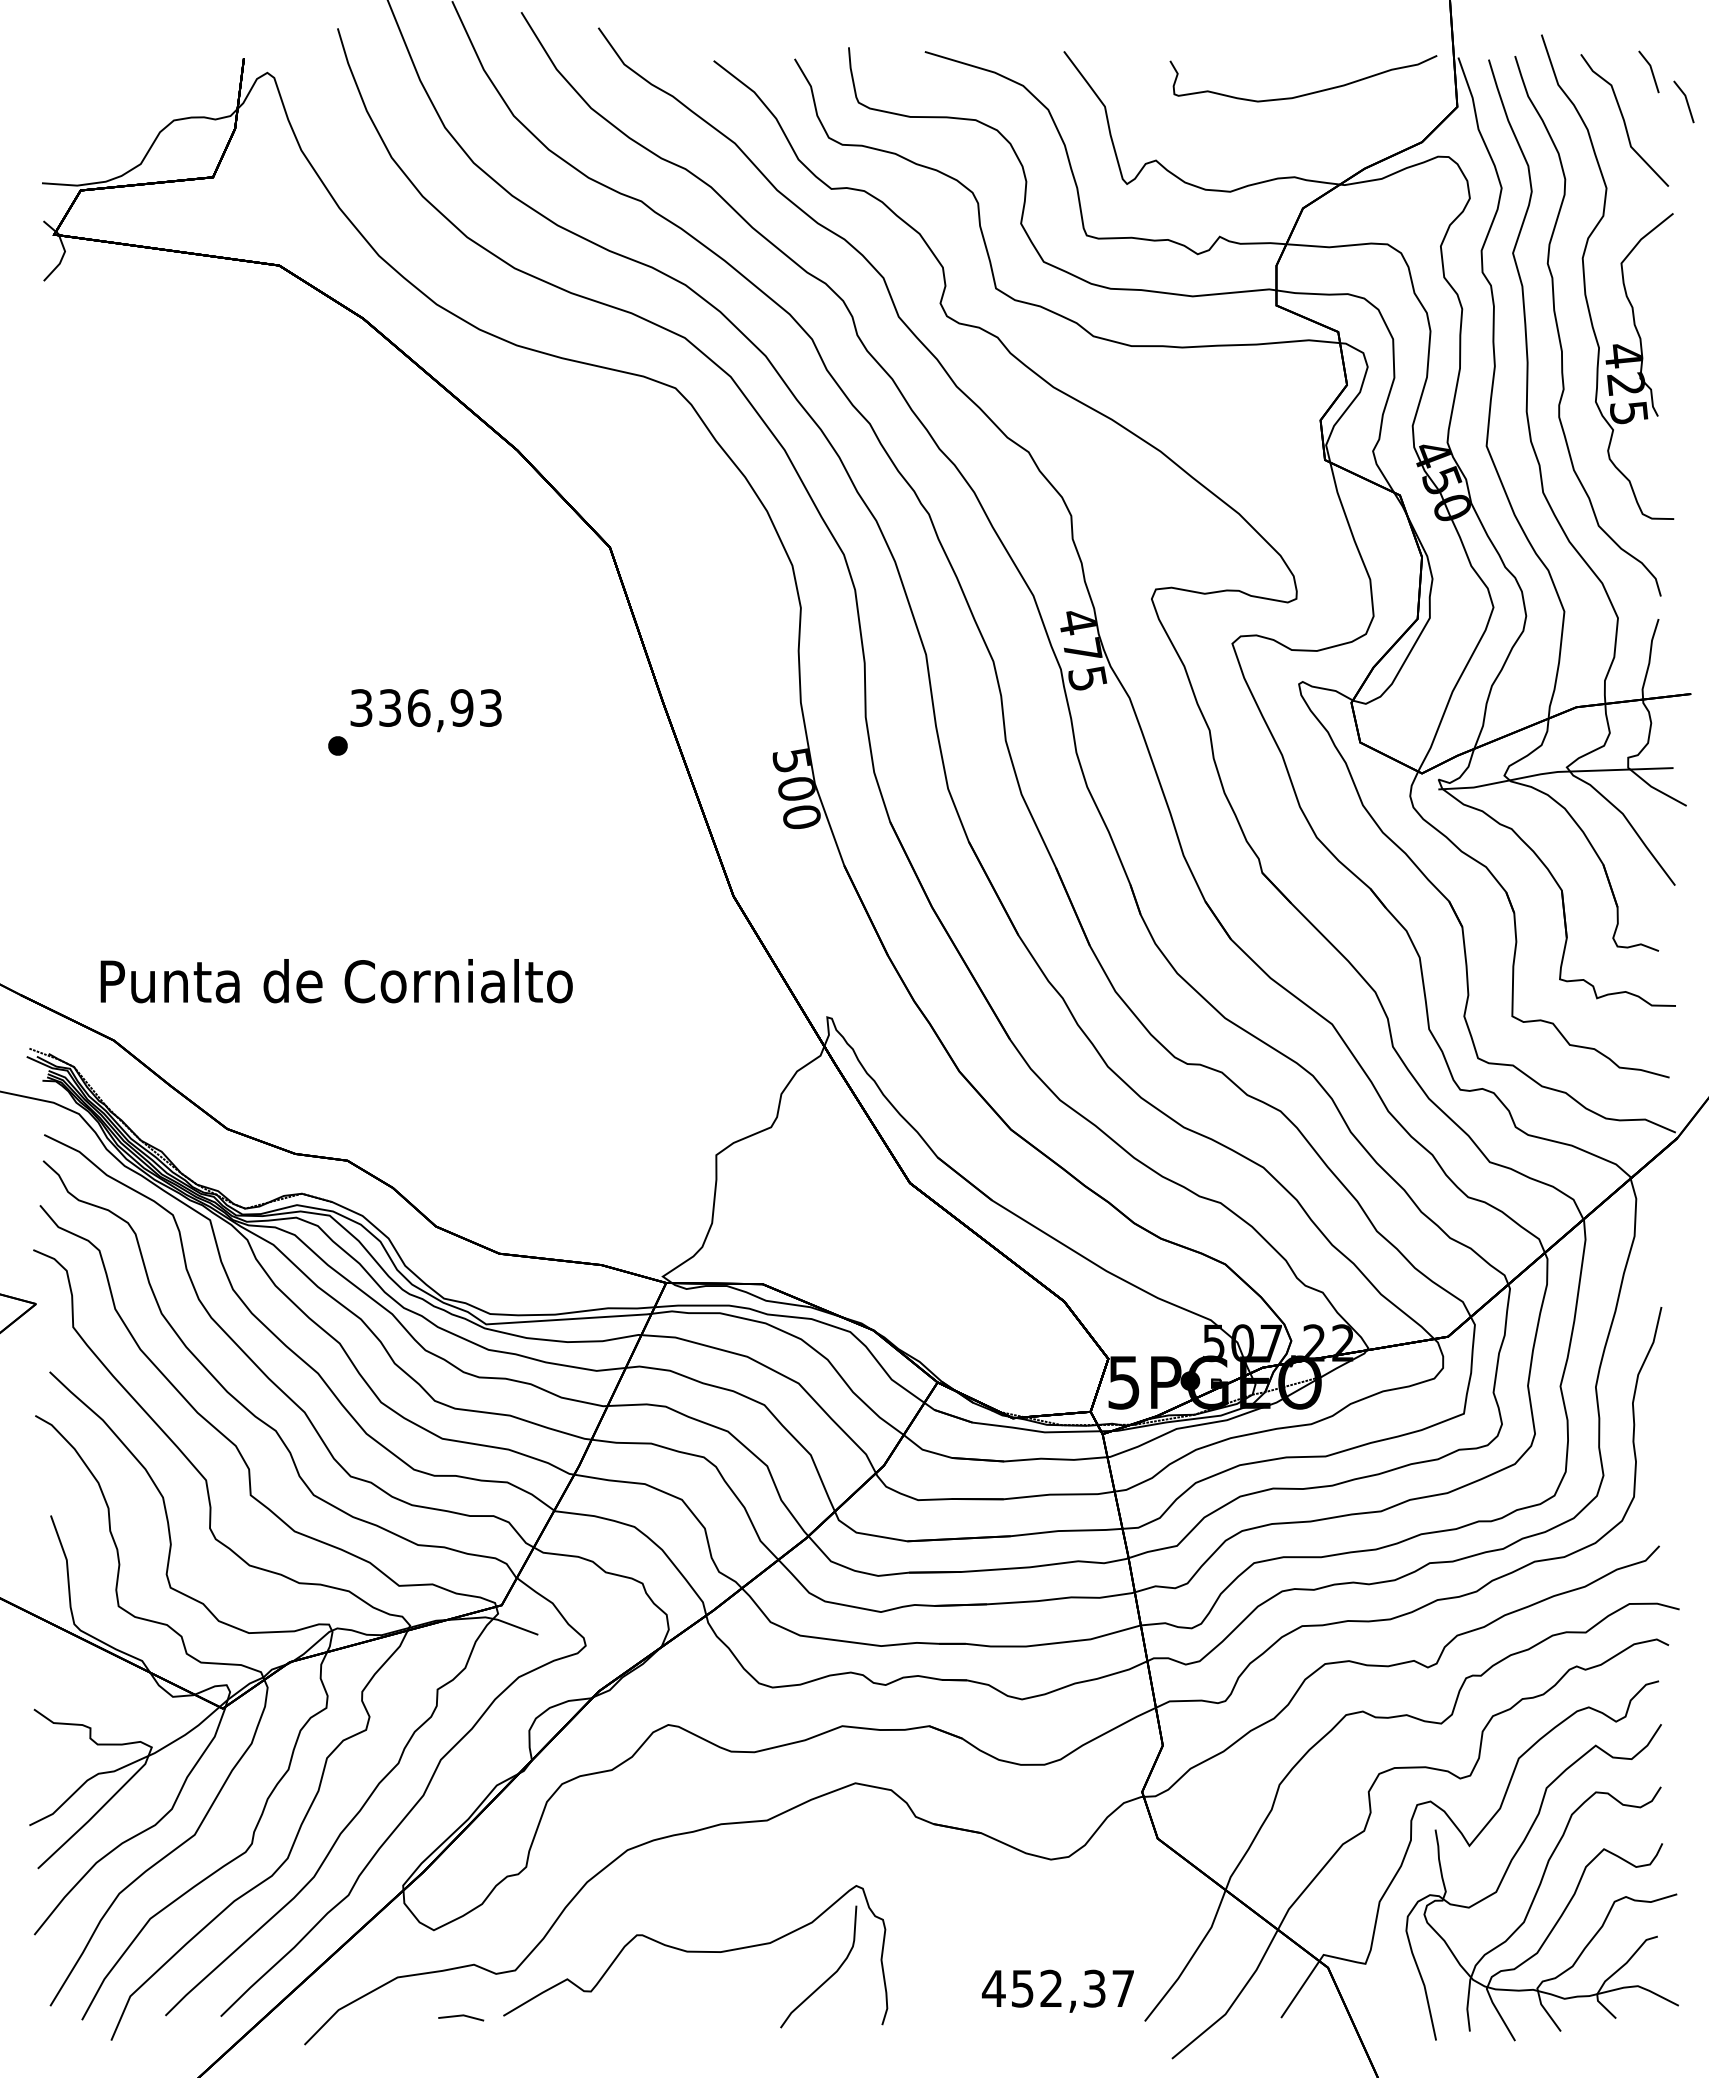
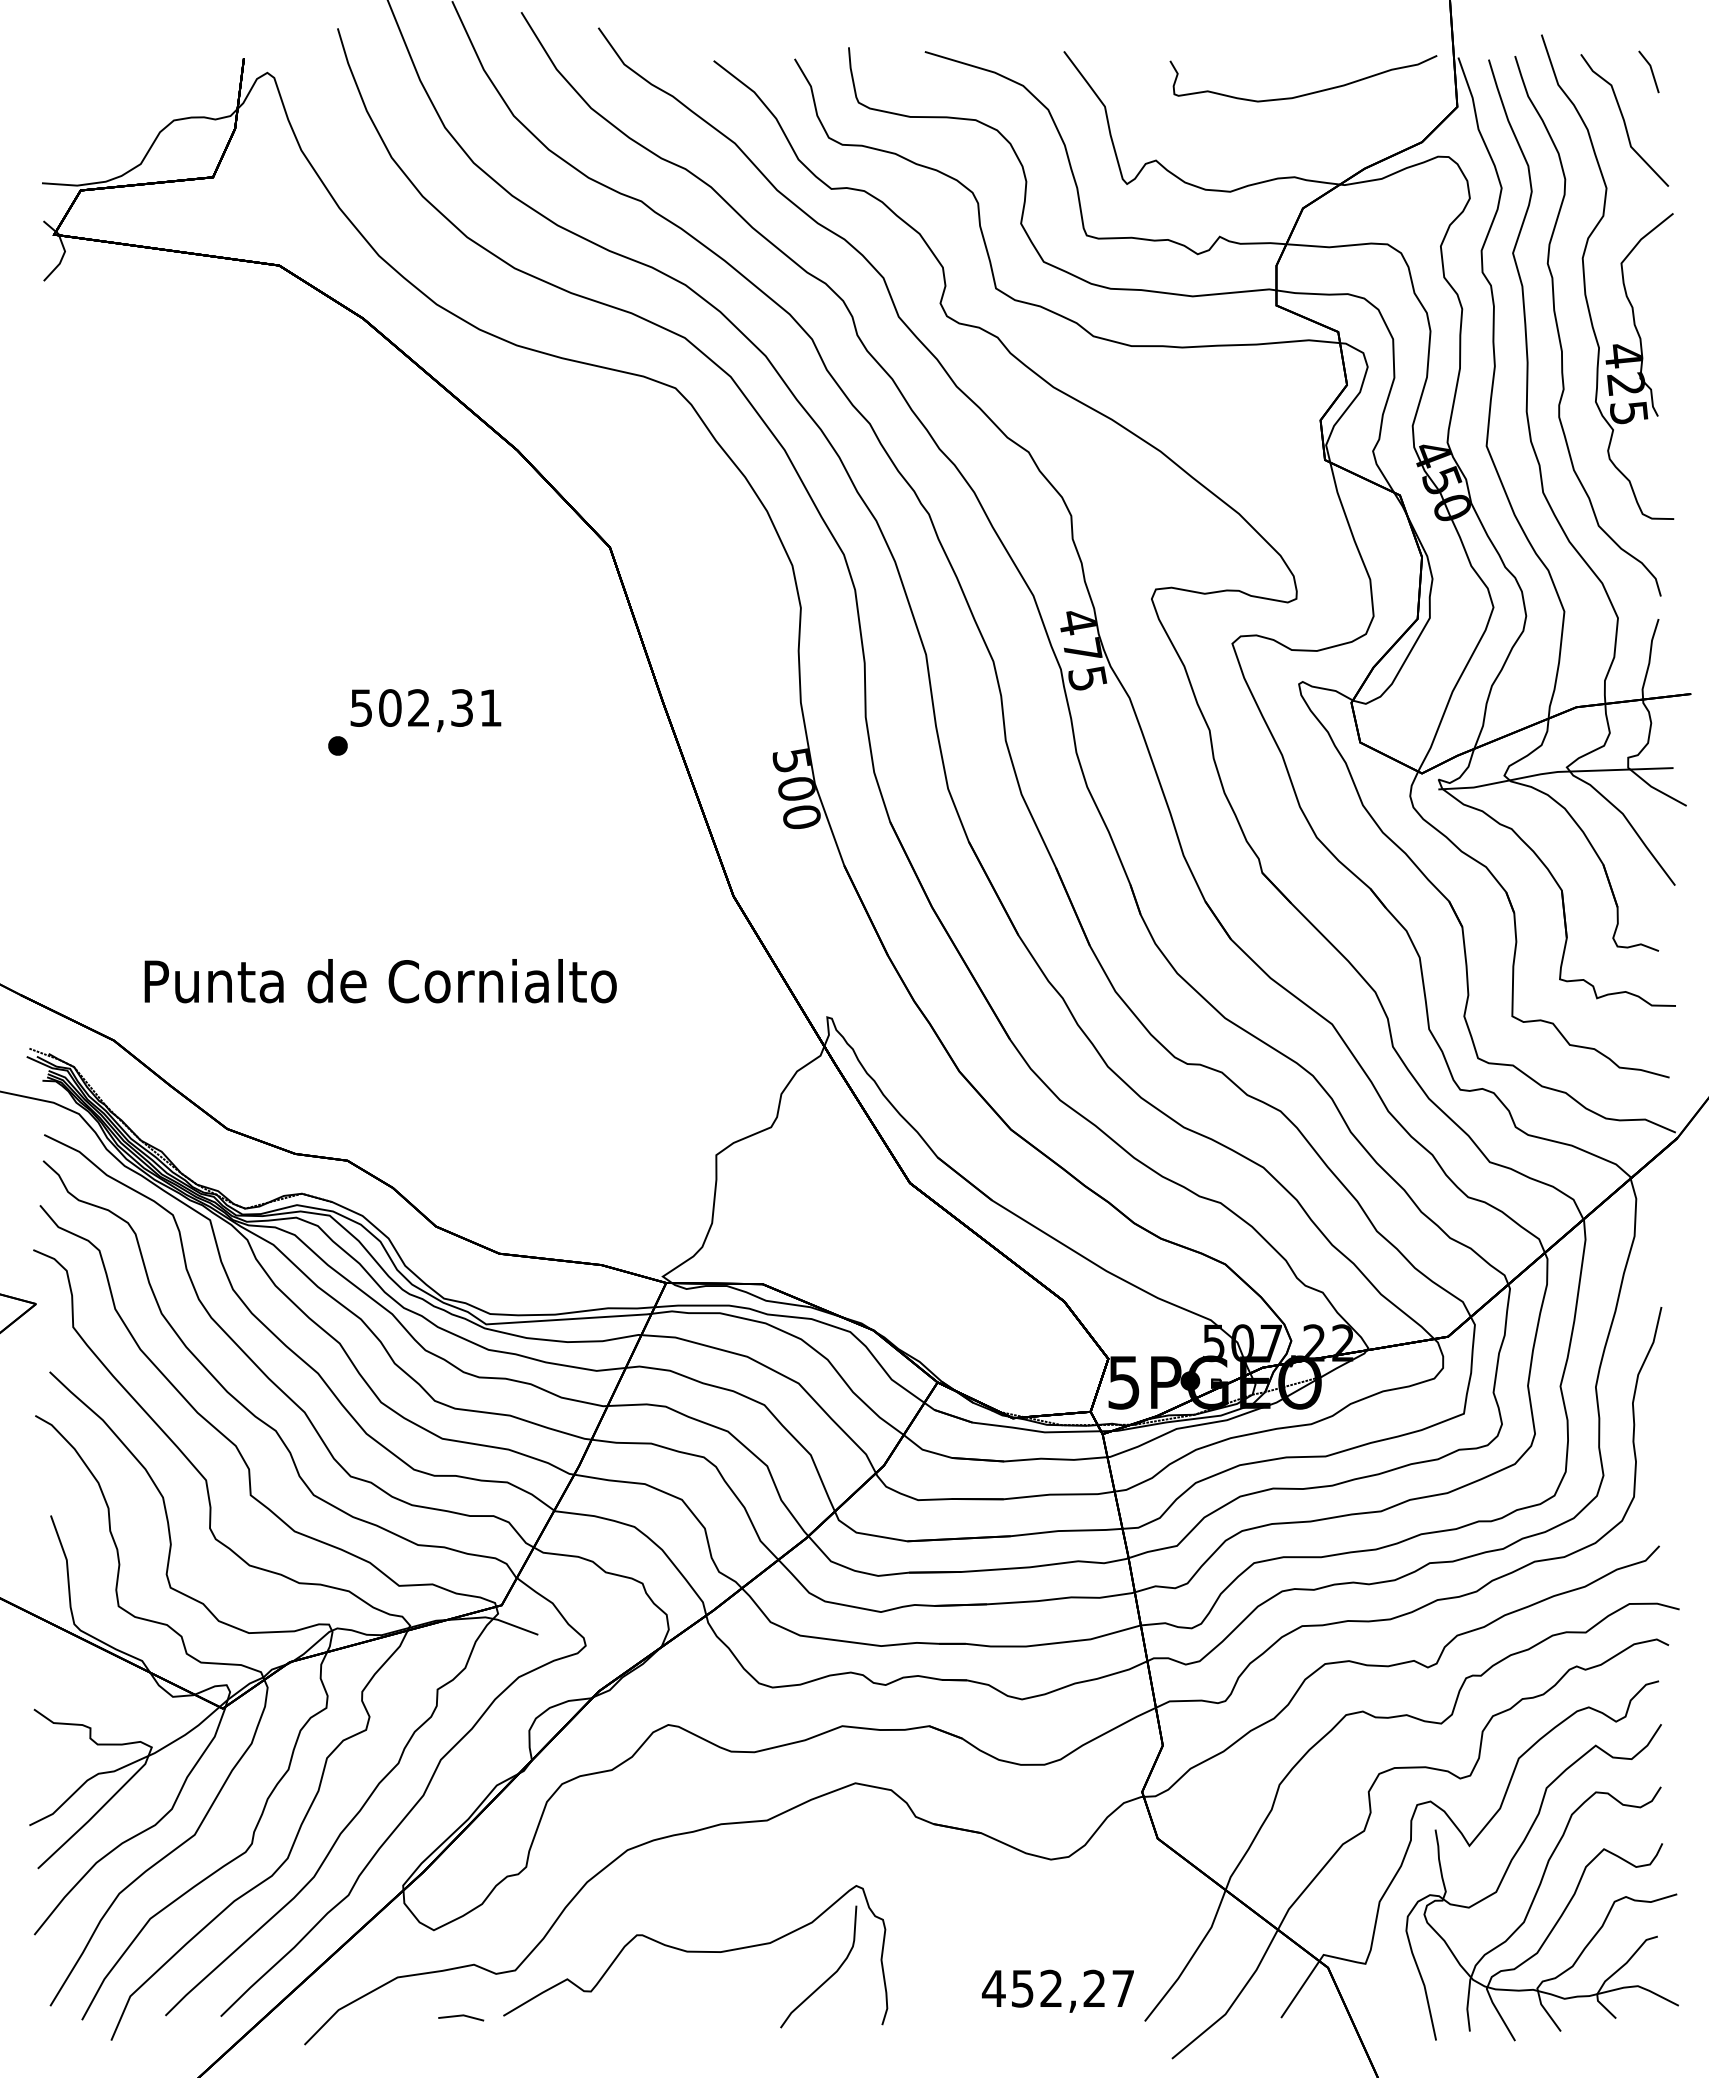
line at (1685, 100): present -> none
text at (426, 707): 336,93 -> 502,31
text at (336, 981) position: (336, 981) -> (380, 981)
text at (1094, 1988): 452,37 -> 452,27
